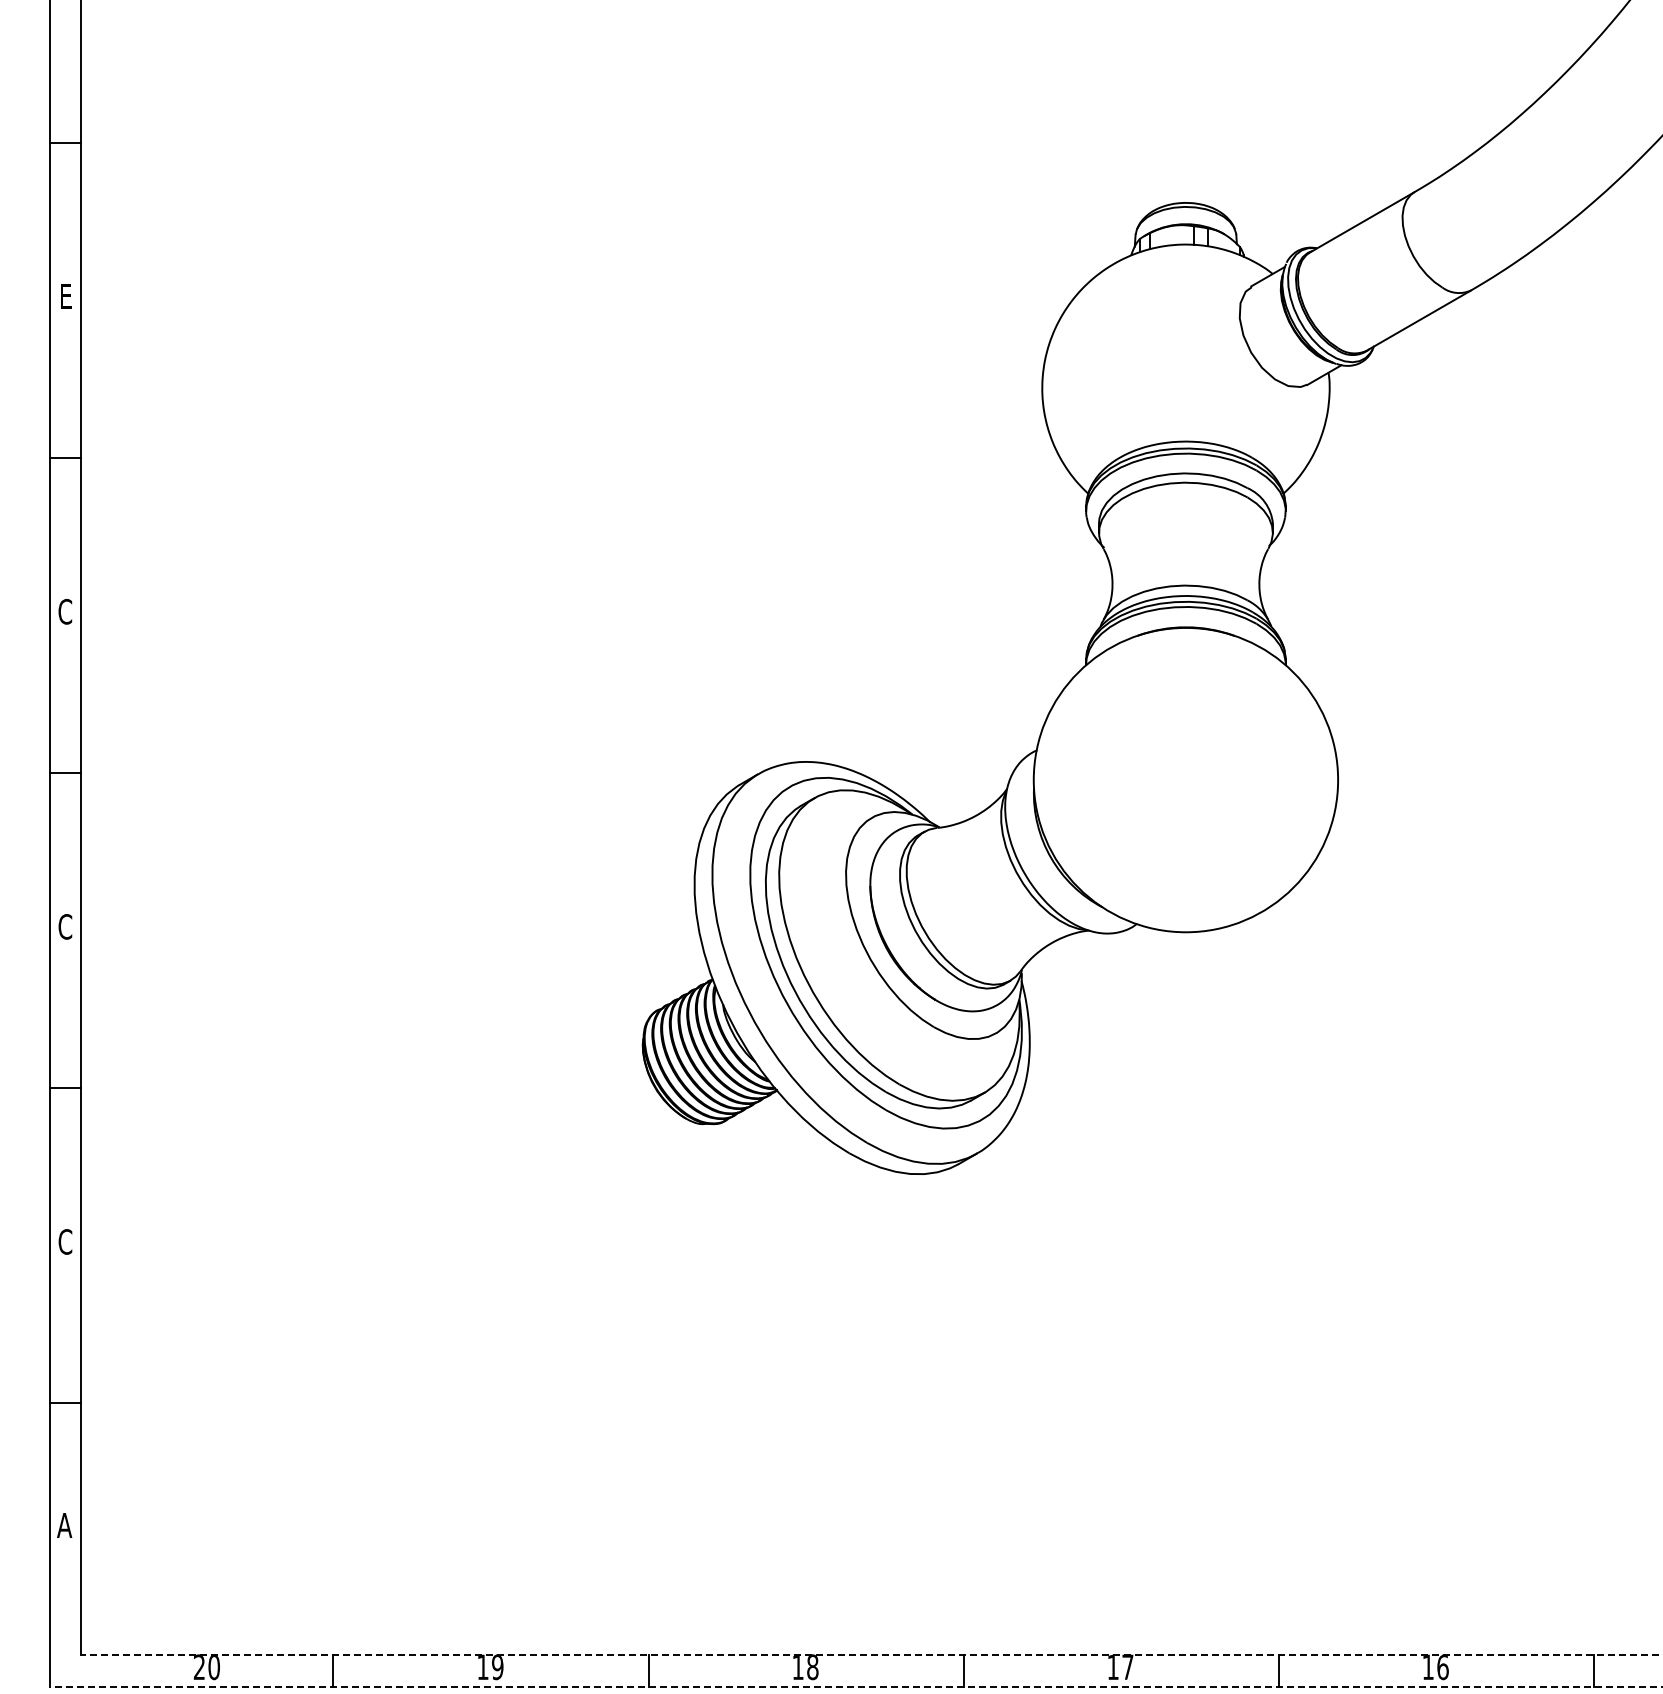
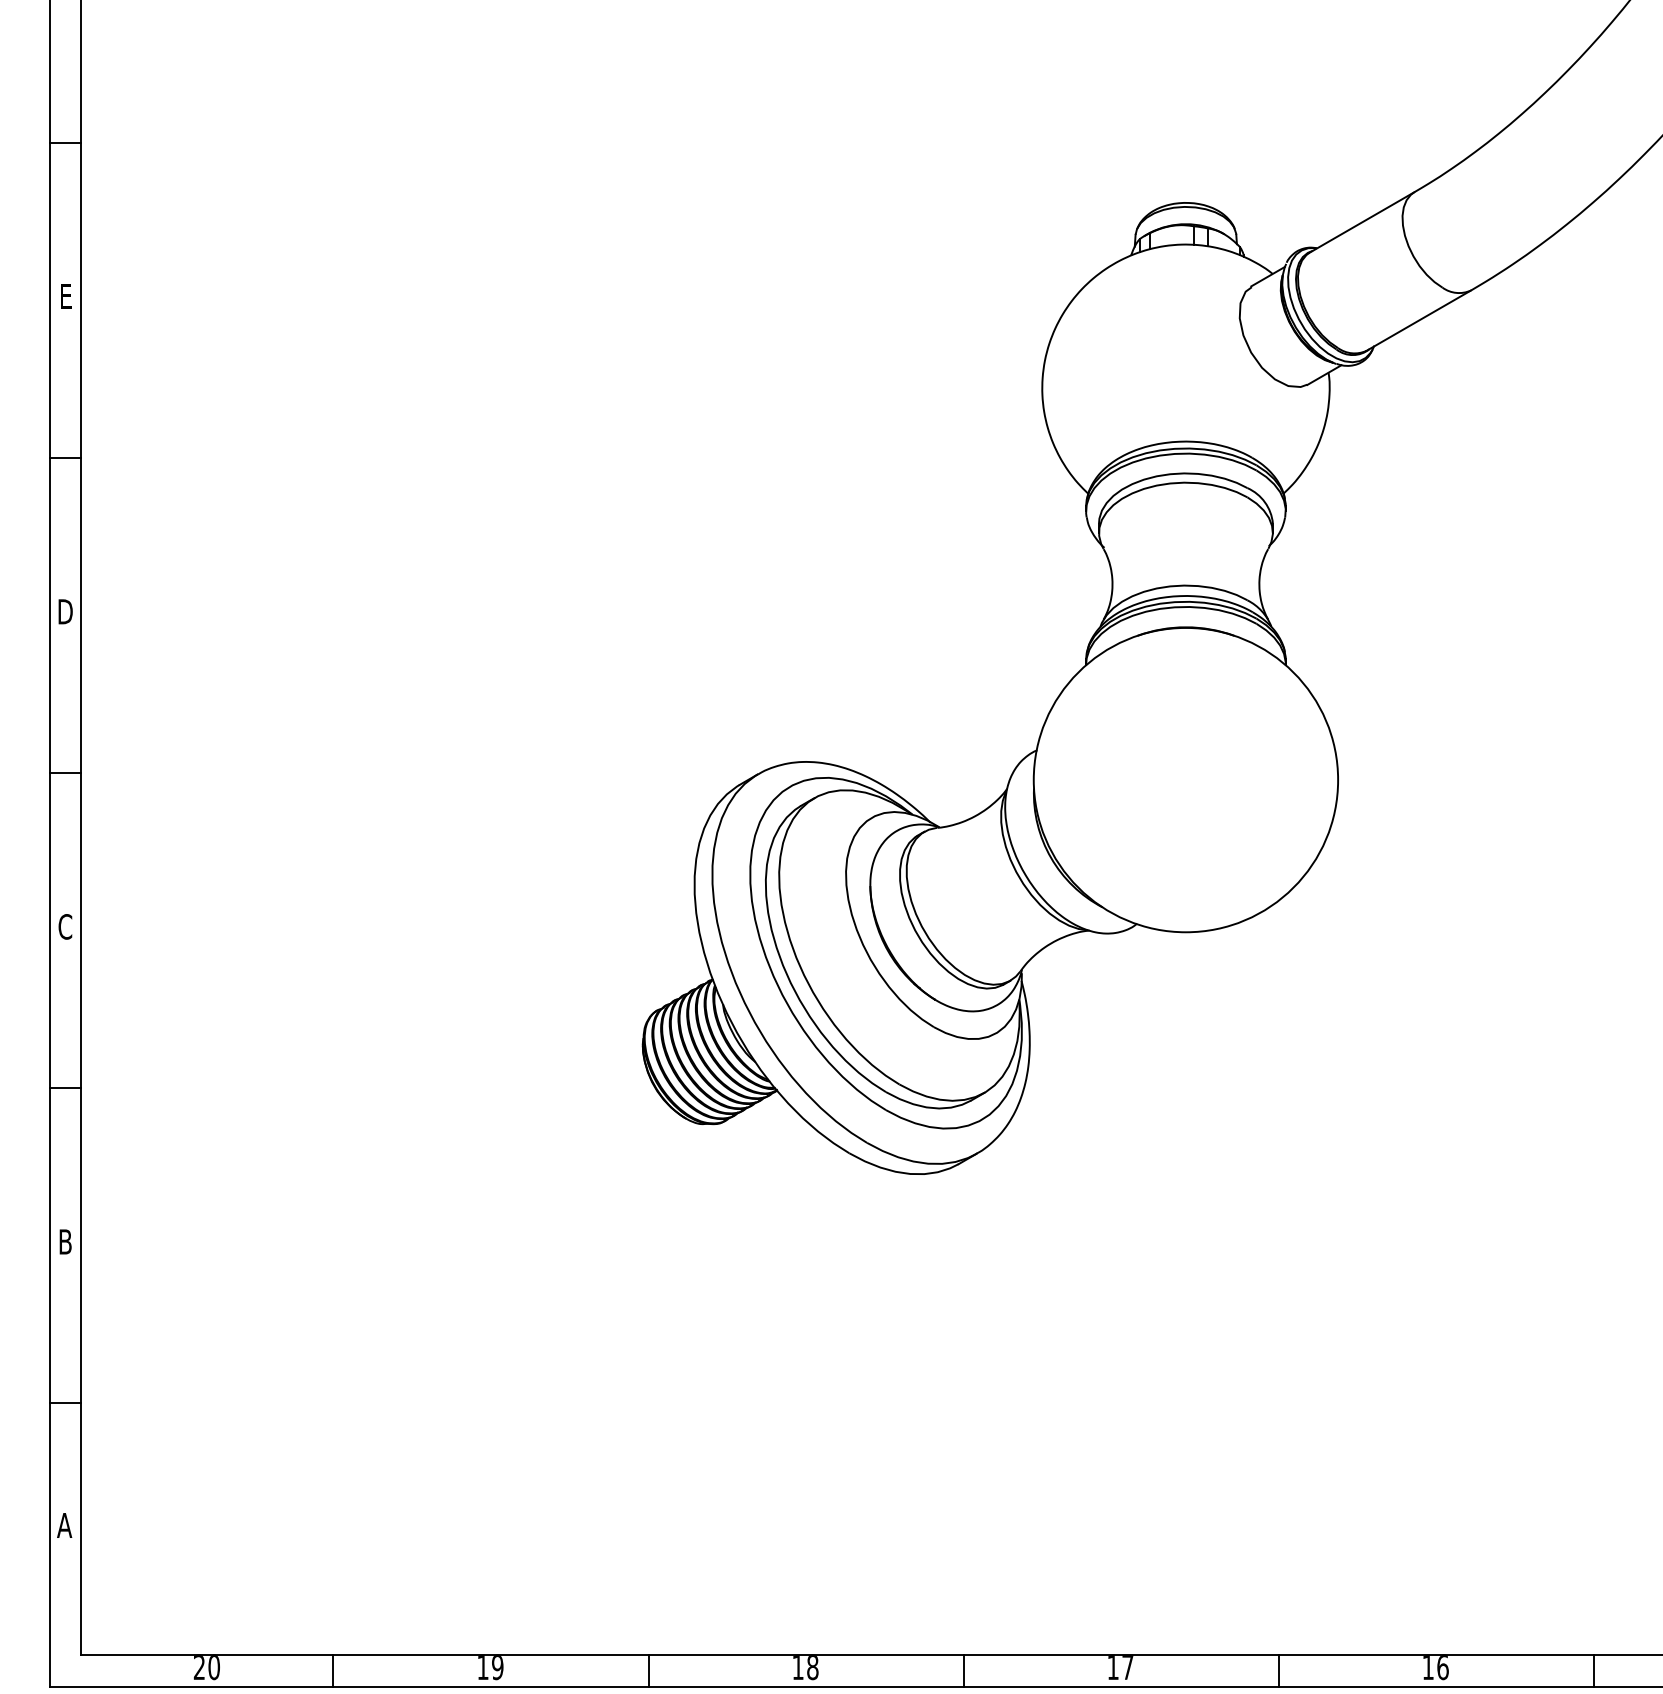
text at (65, 611): C -> D
text at (65, 1241): C -> B
line at (871, 1655): dashed -> solid
line at (855, 1686): dashed -> solid
